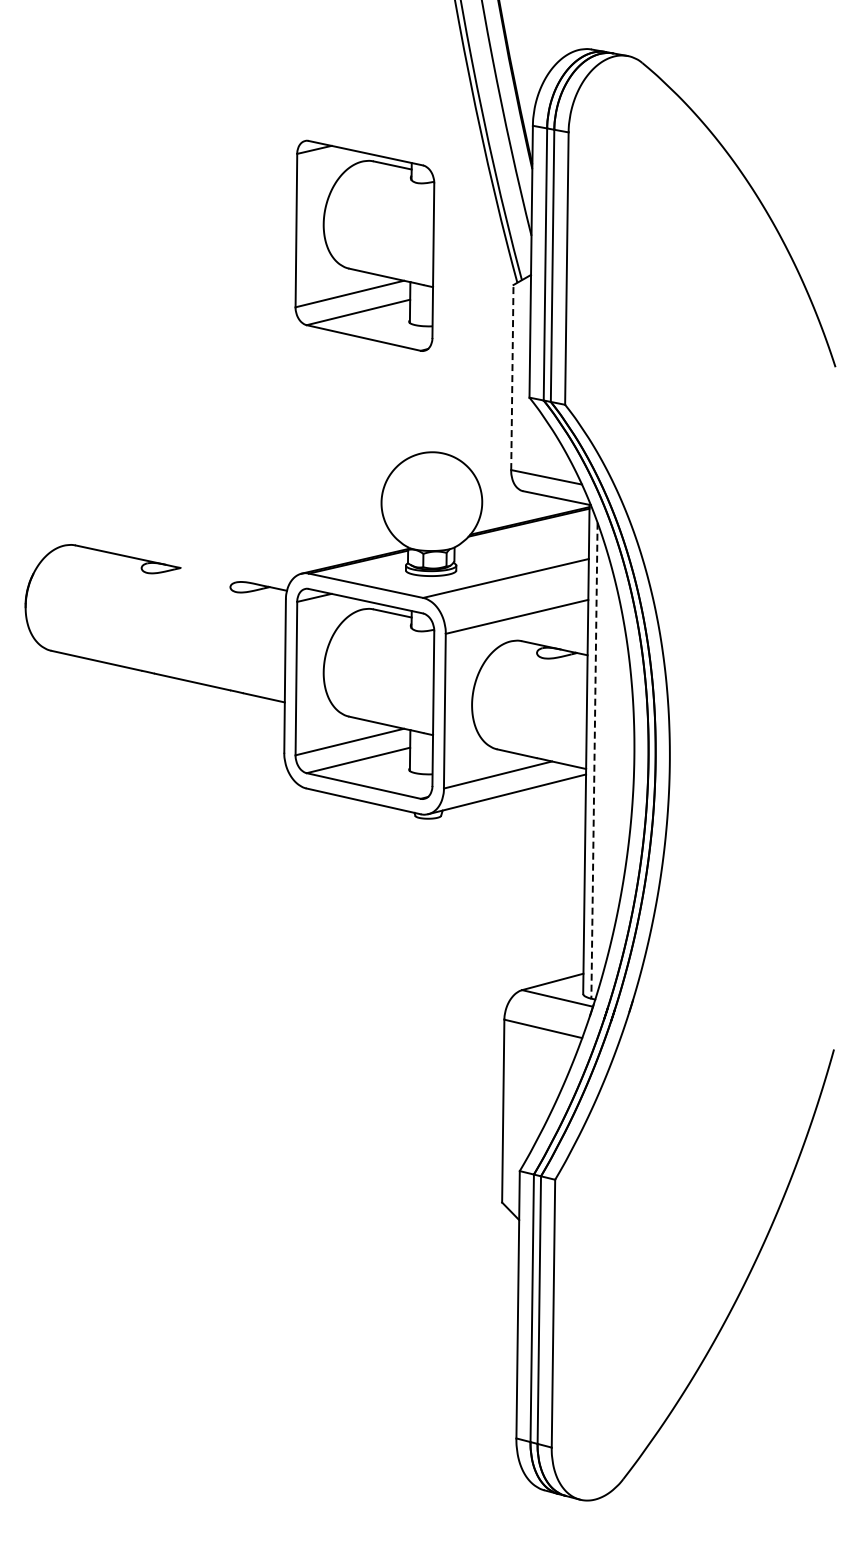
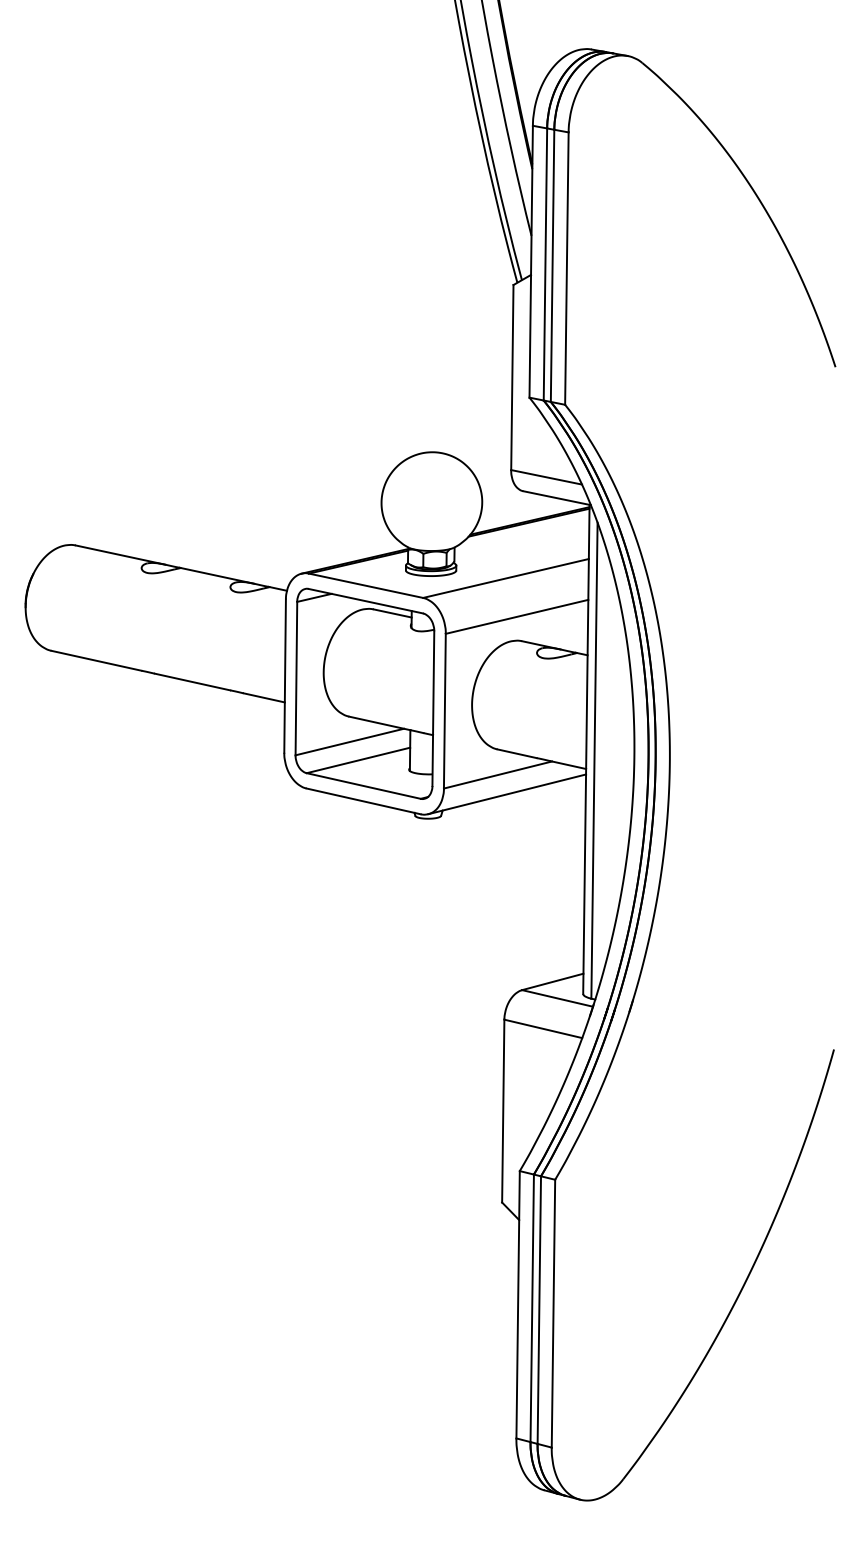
part at (364, 245): present -> none
line at (512, 377): dashed -> solid
line at (216, 575): none -> present
line at (594, 761): dashed -> solid
